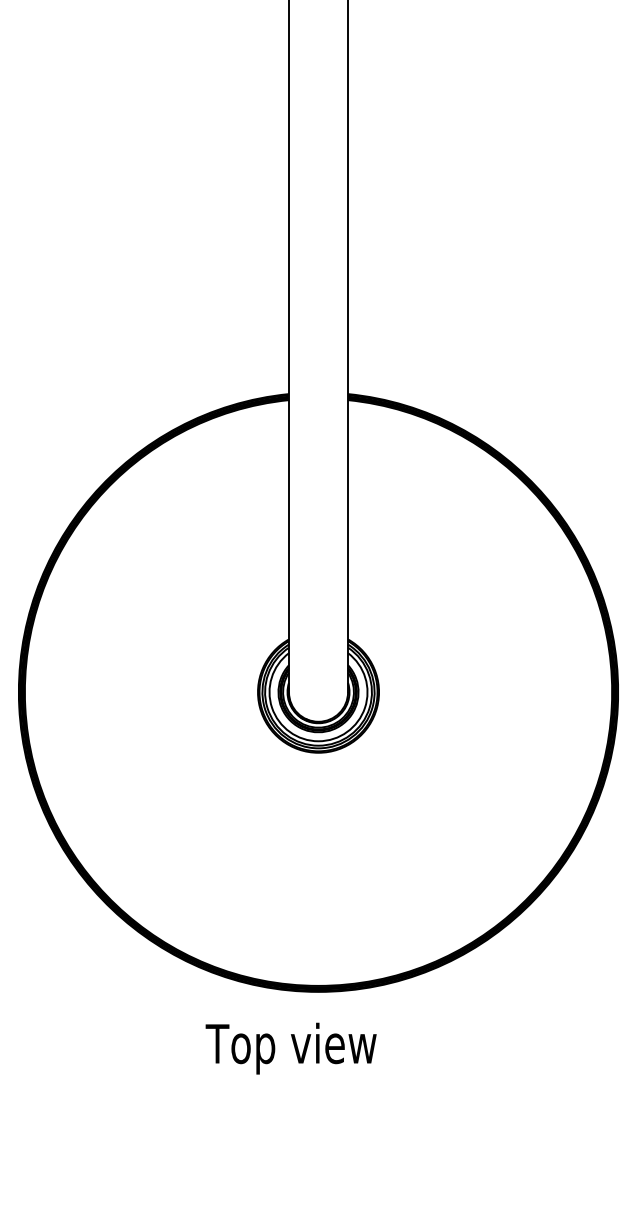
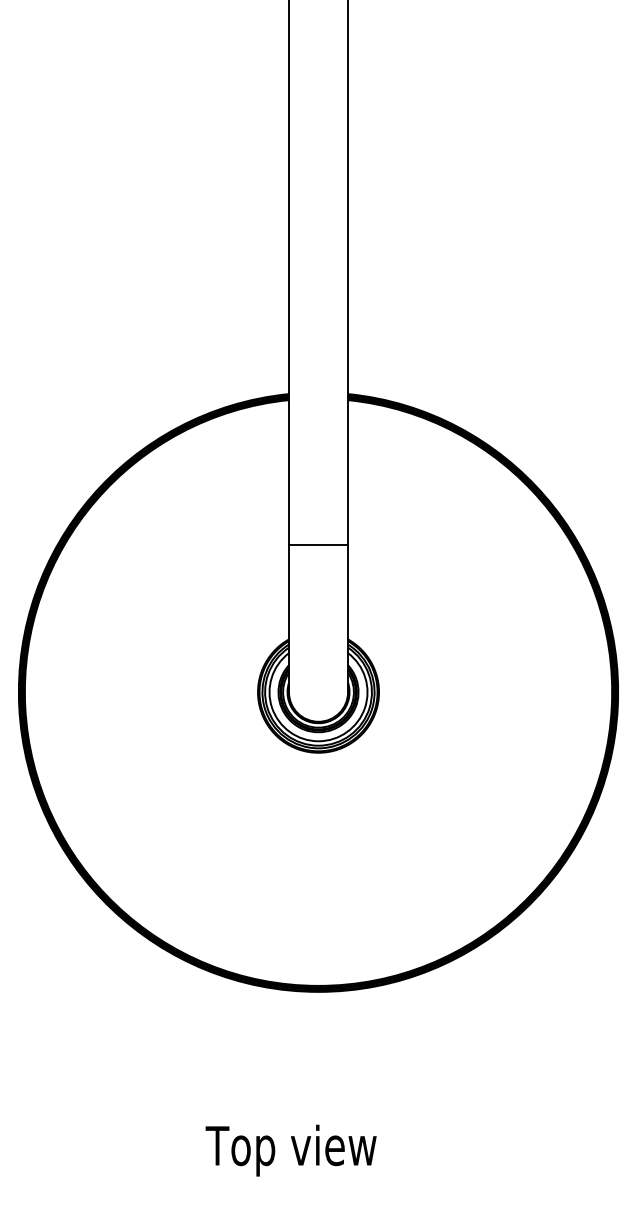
line at (318, 544): none -> present
text at (290, 1048) position: (290, 1048) -> (290, 1150)
